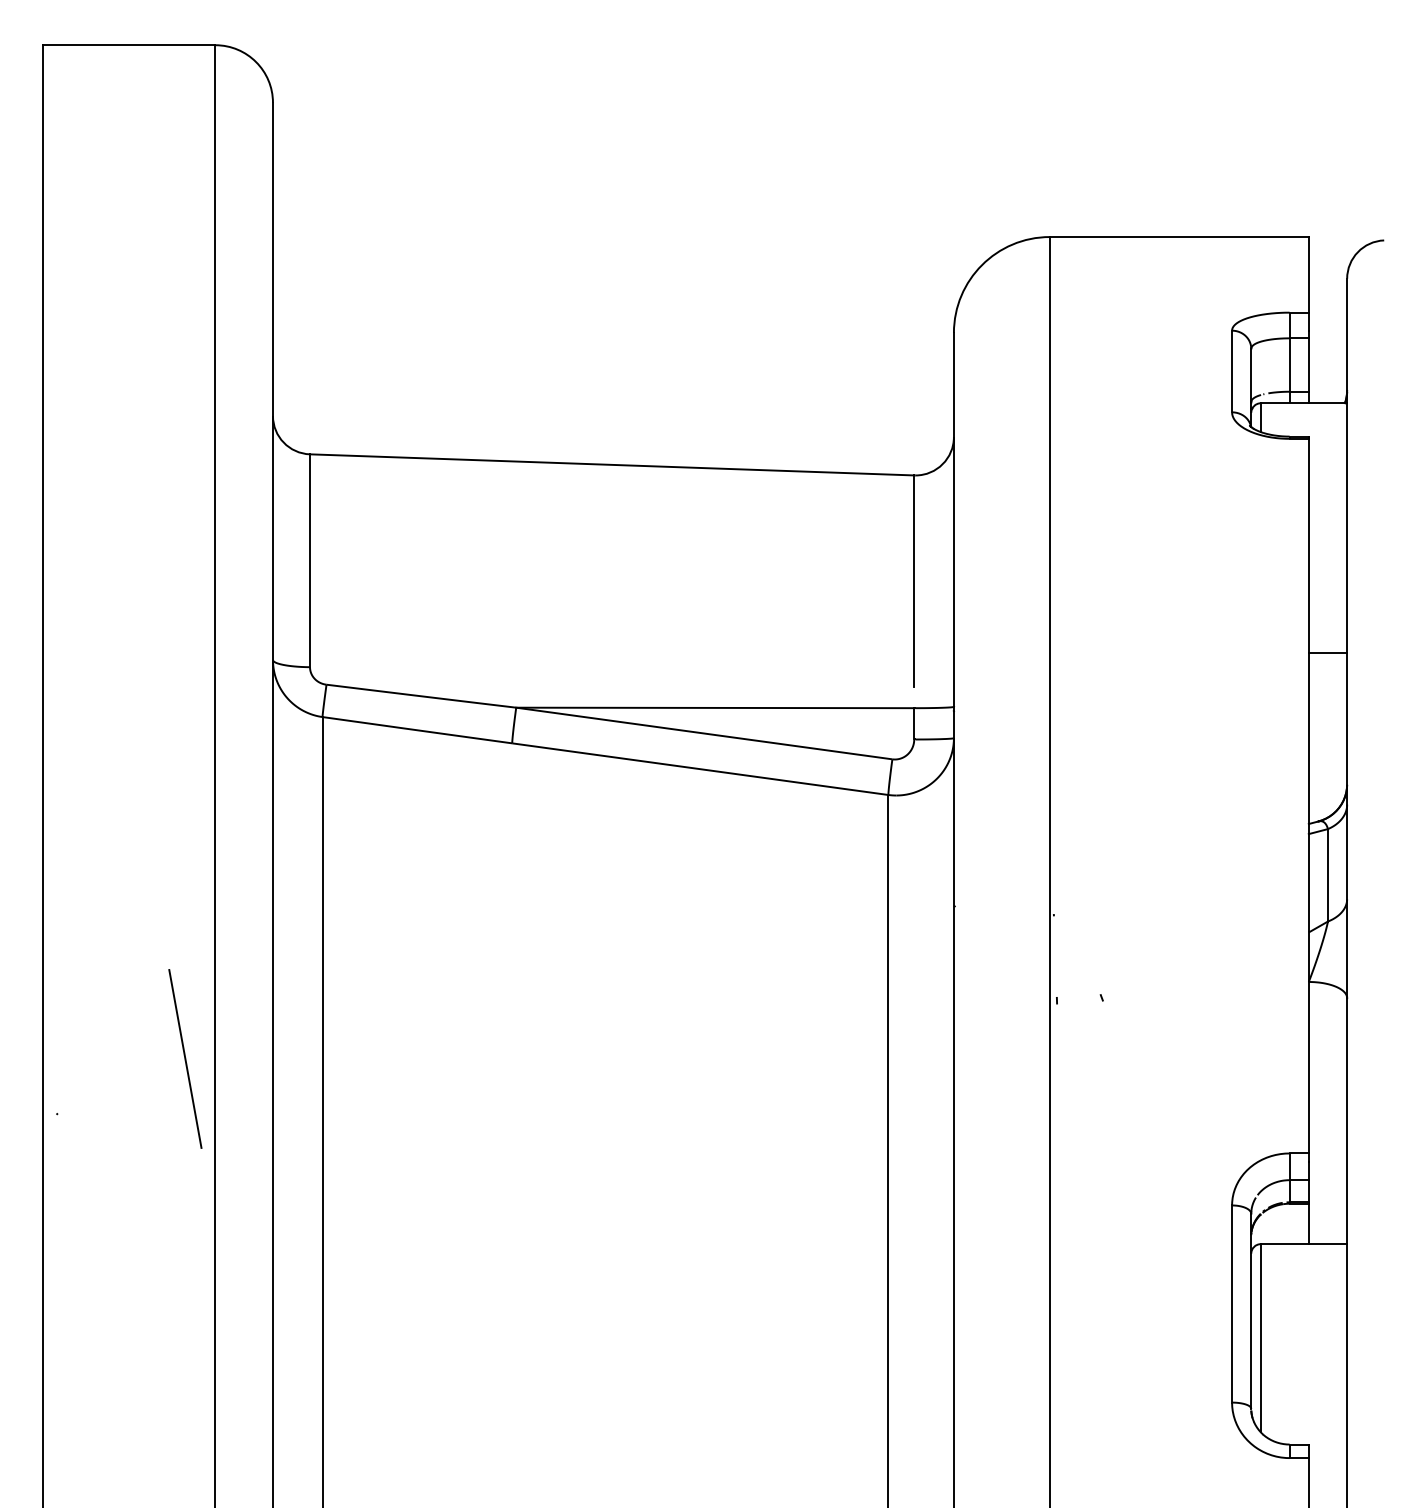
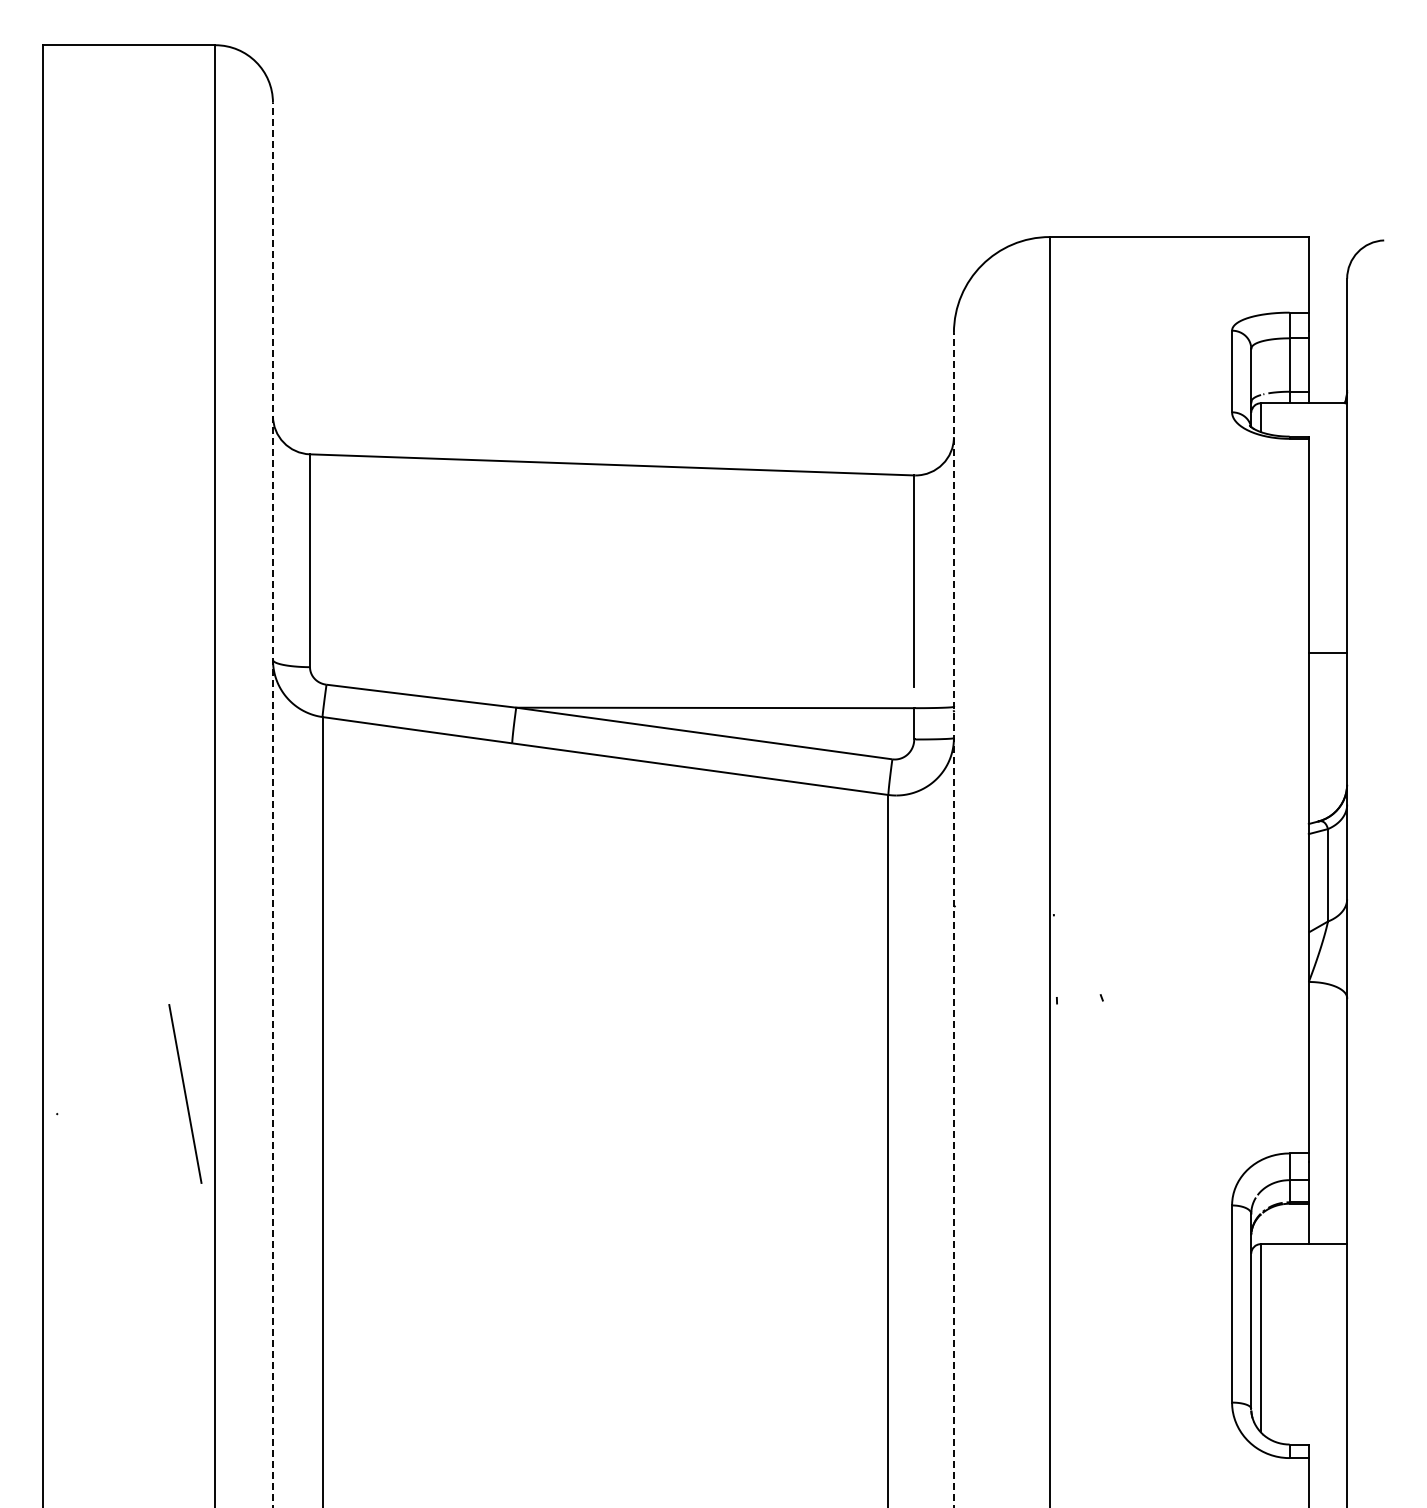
line at (272, 804): solid -> dashed
line at (953, 919): solid -> dashed
line at (185, 1058) position: (185, 1058) -> (185, 1093)
